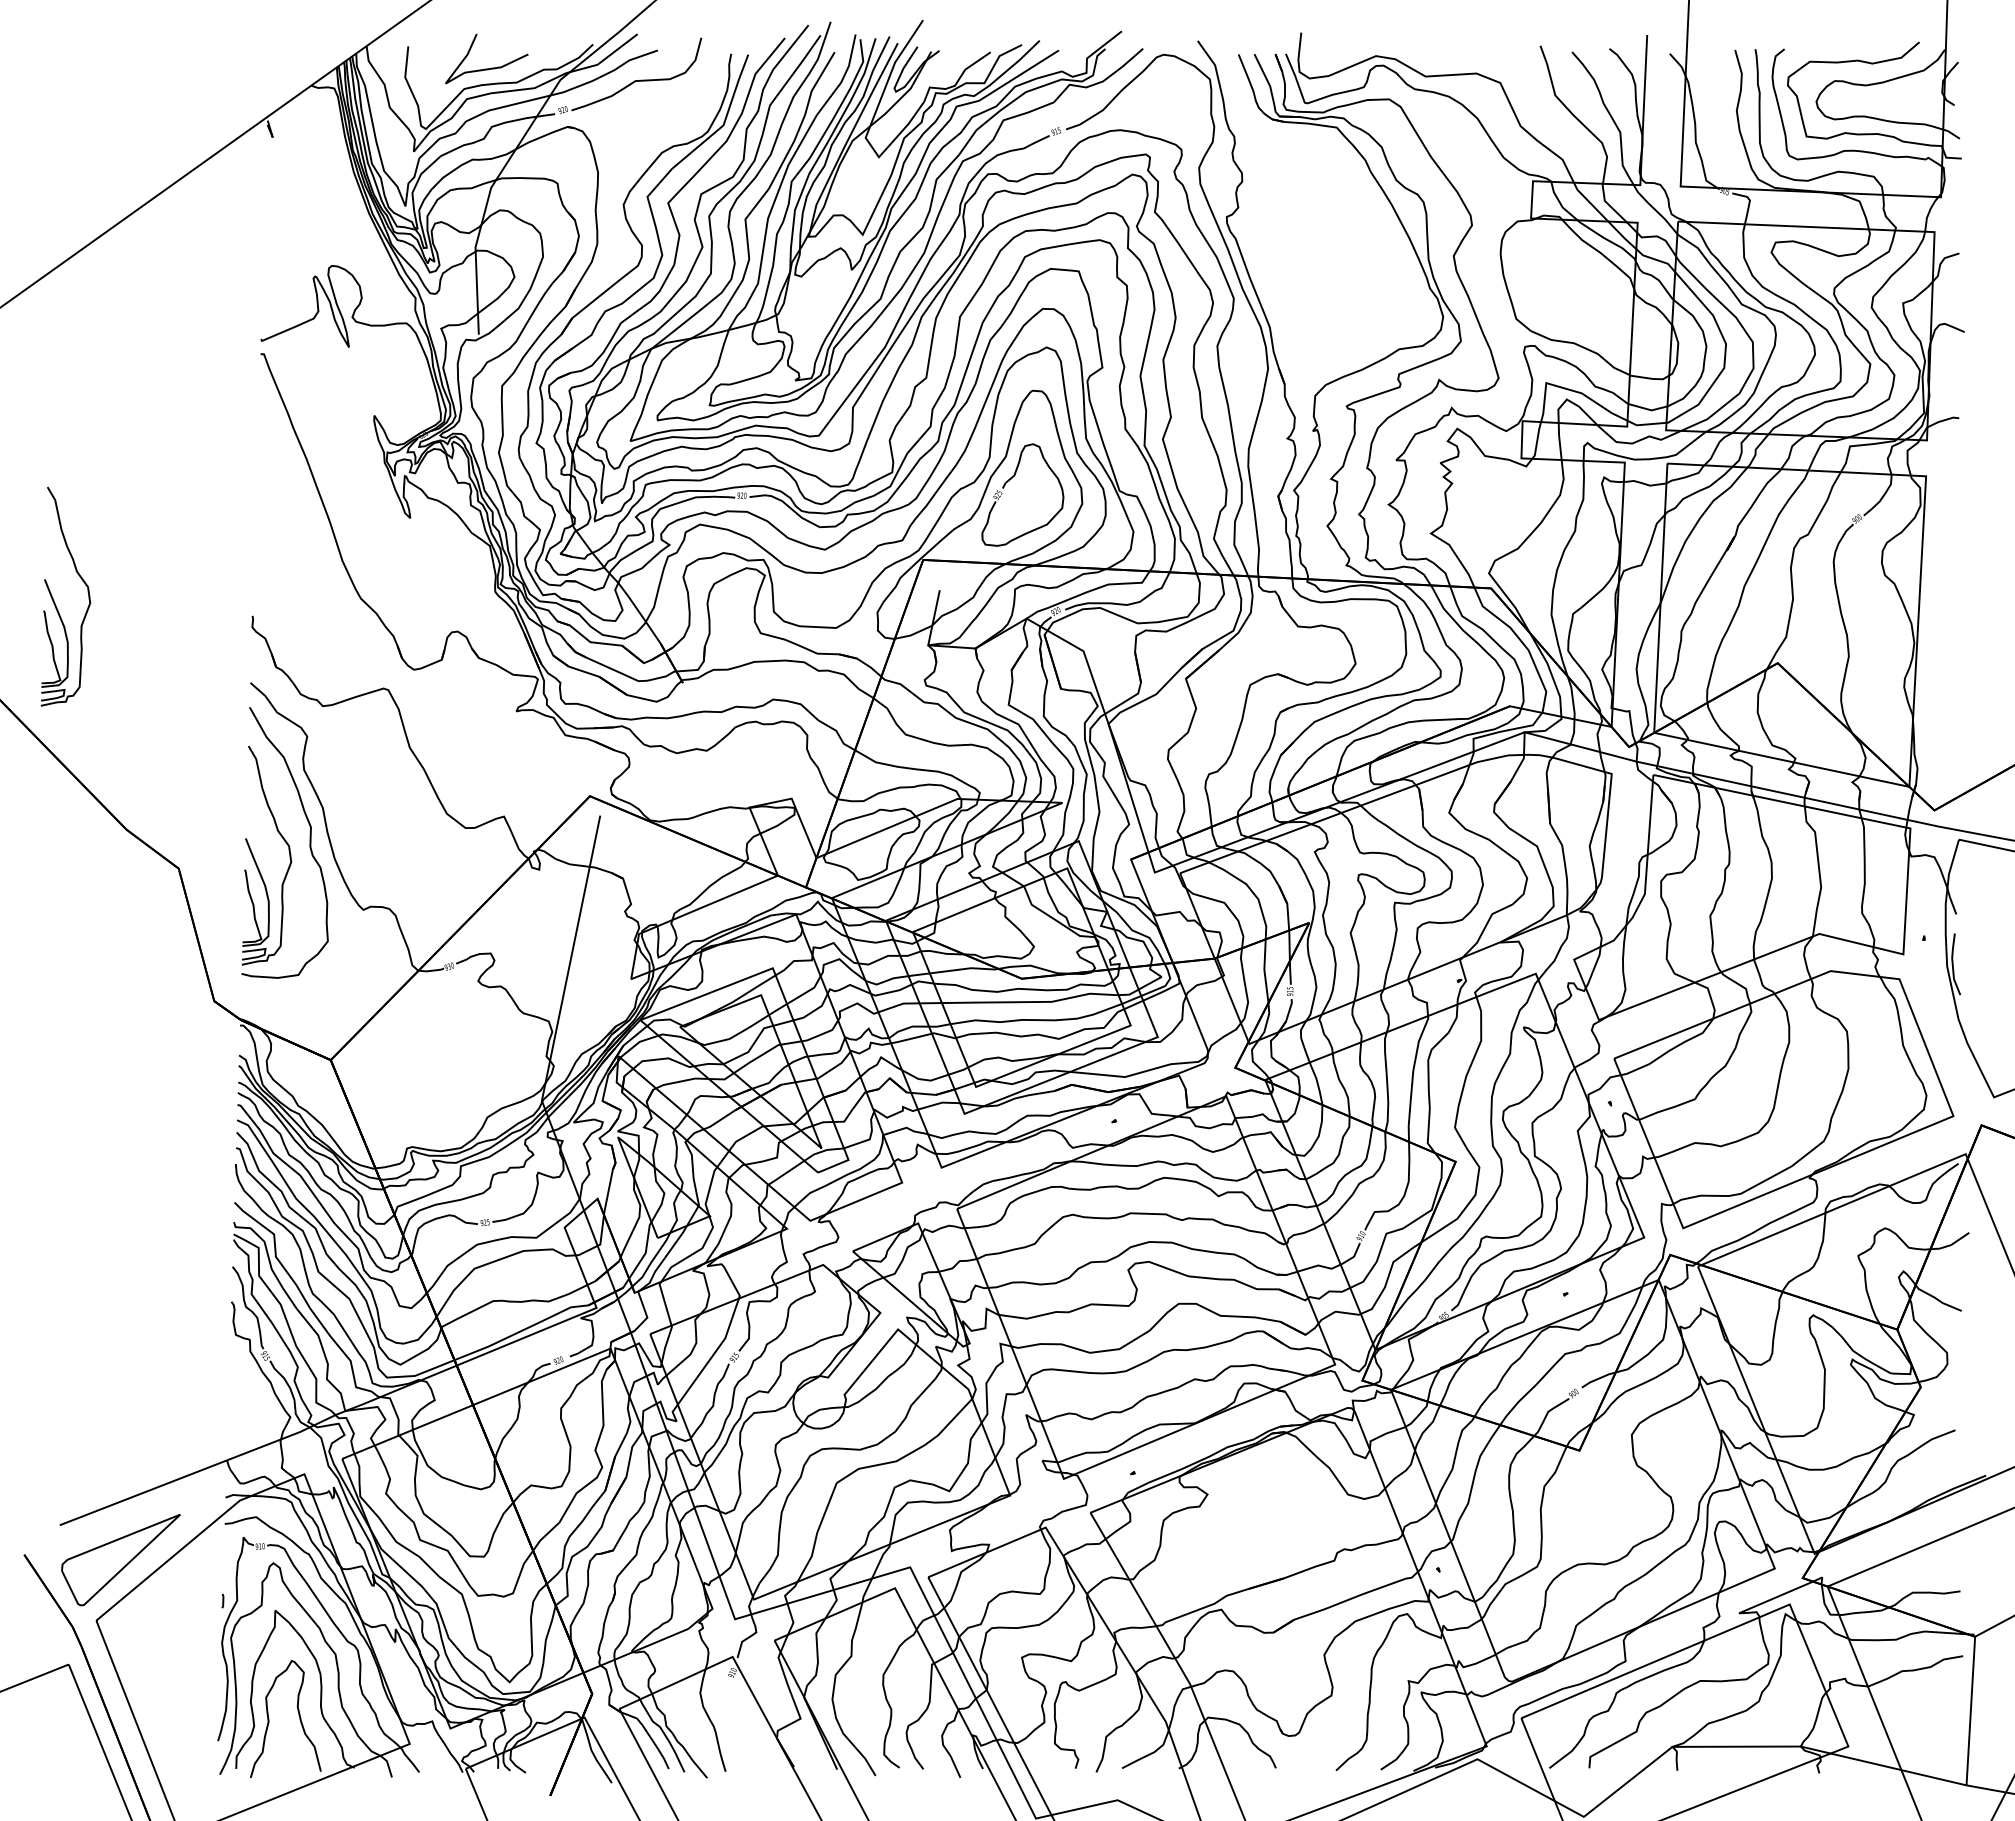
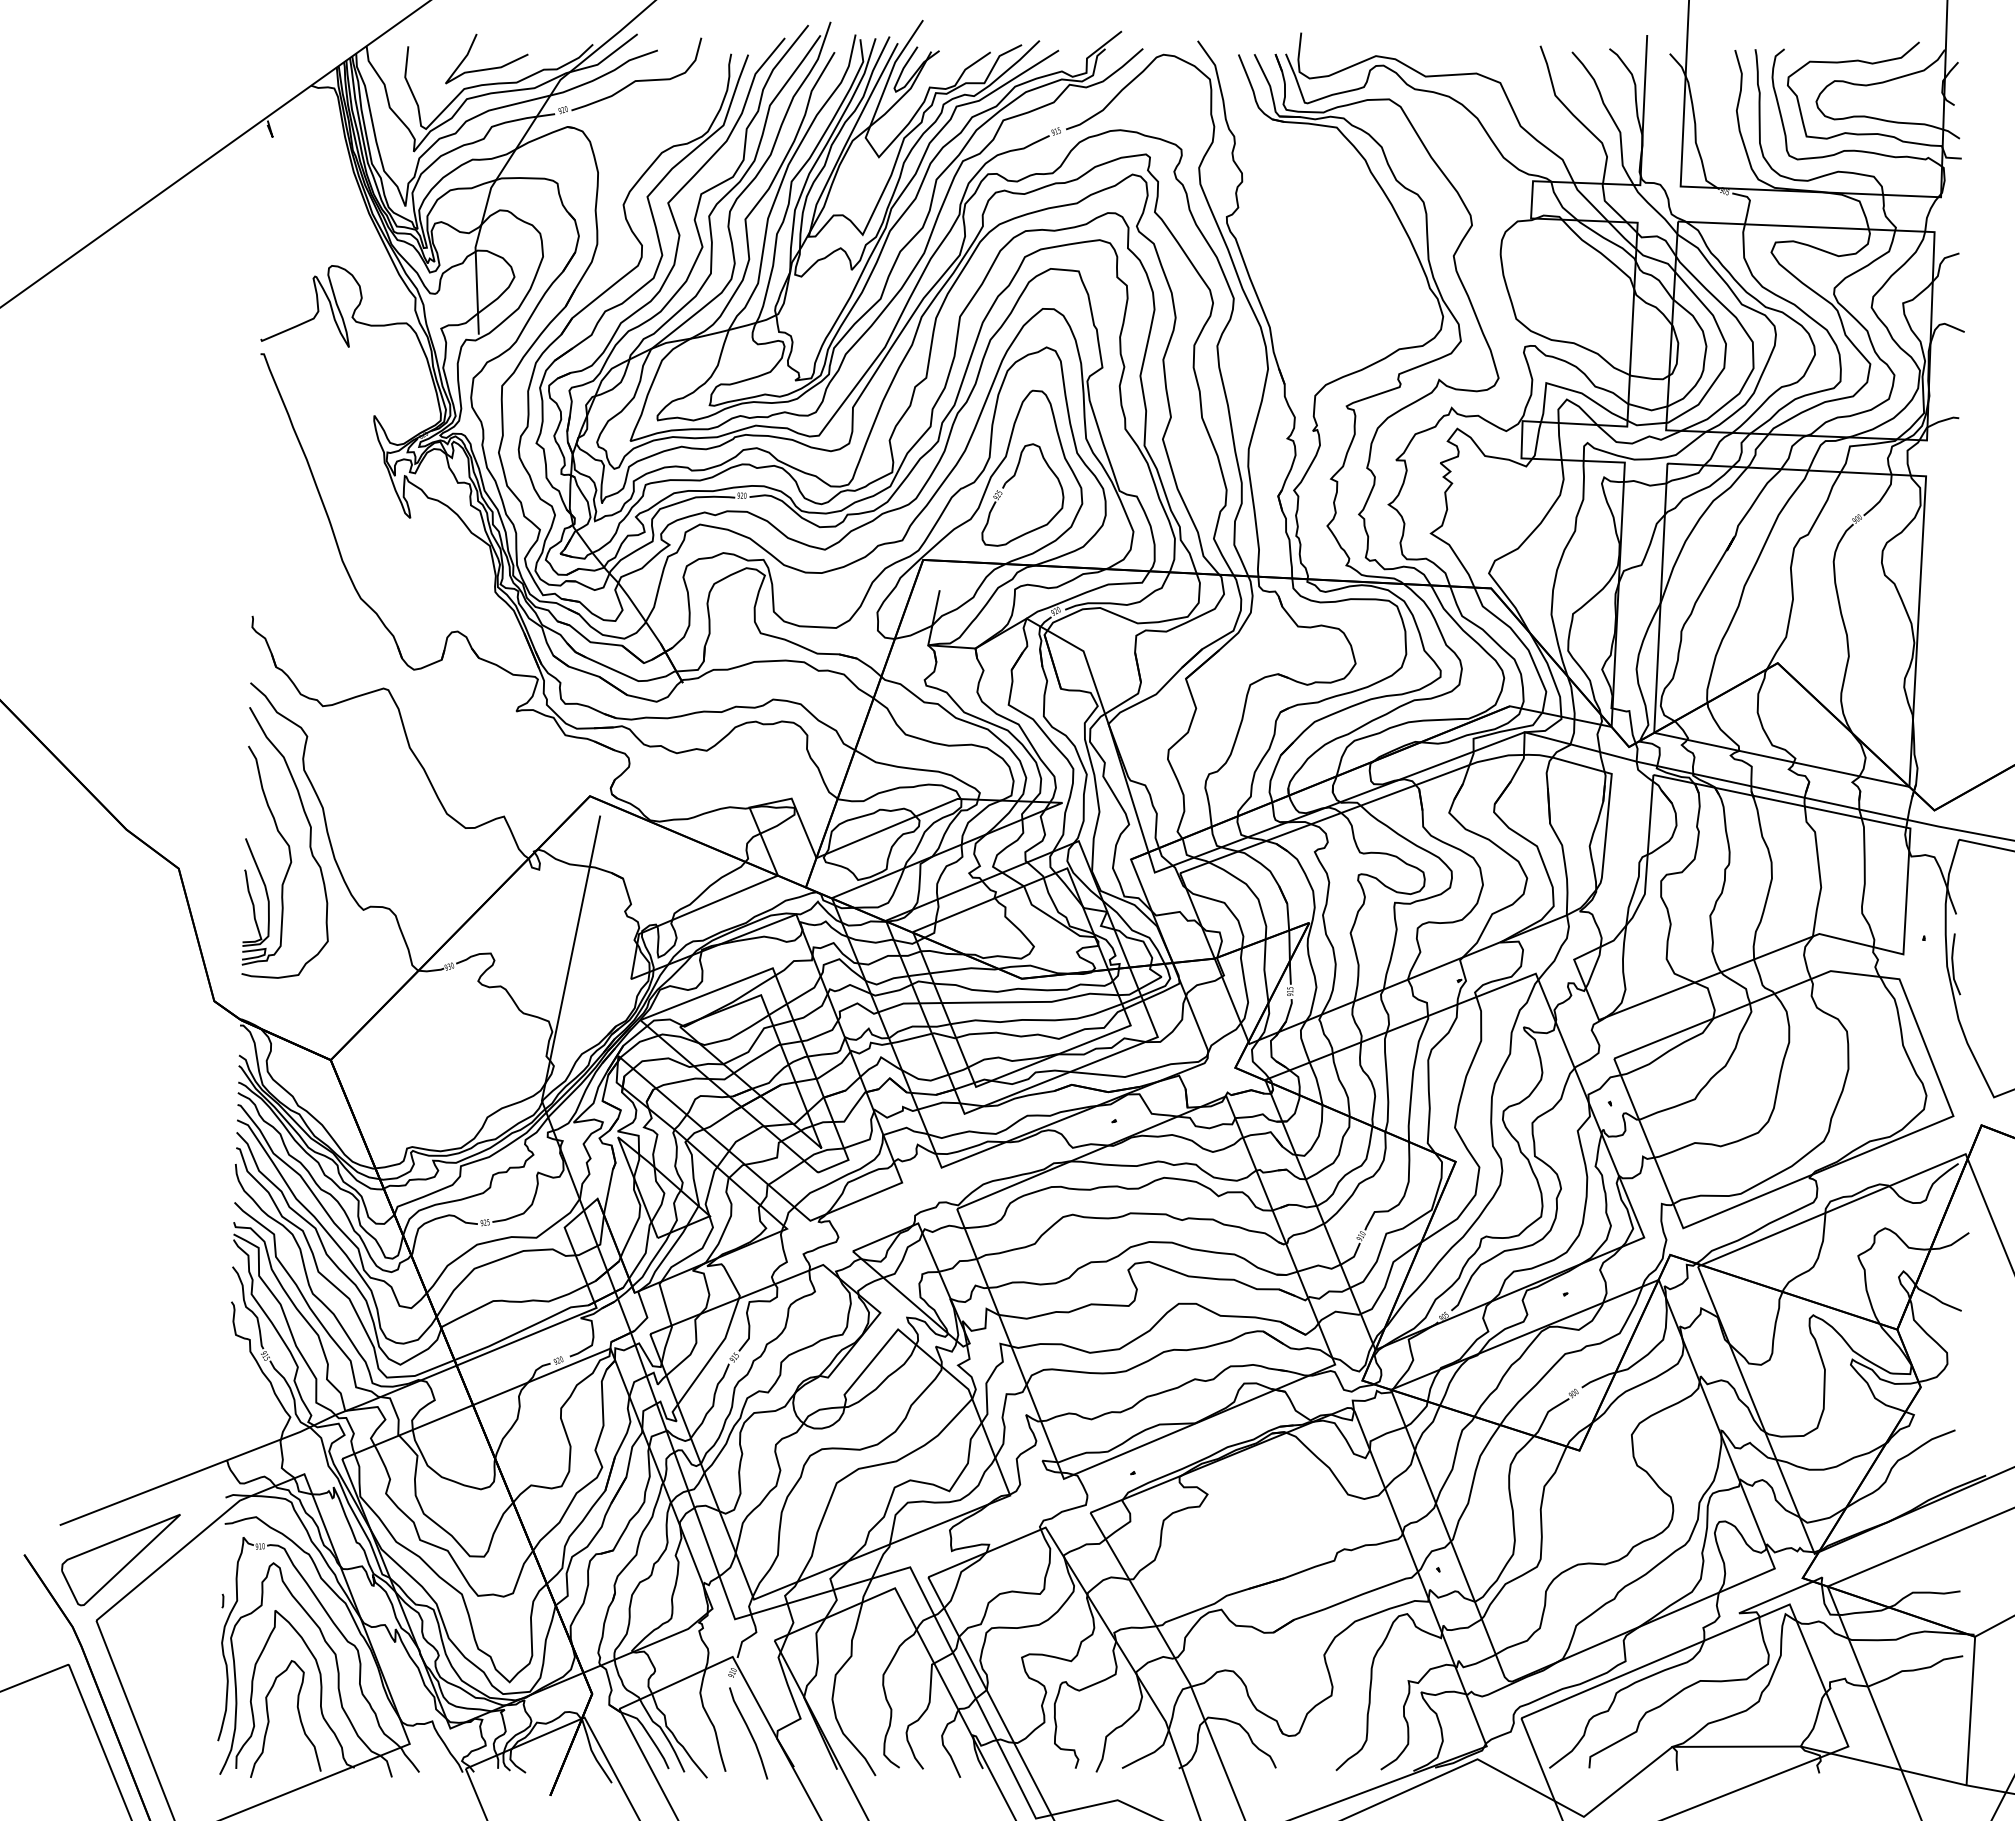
part at (55, 602): present -> none
curve at (749, 1733): none -> present
